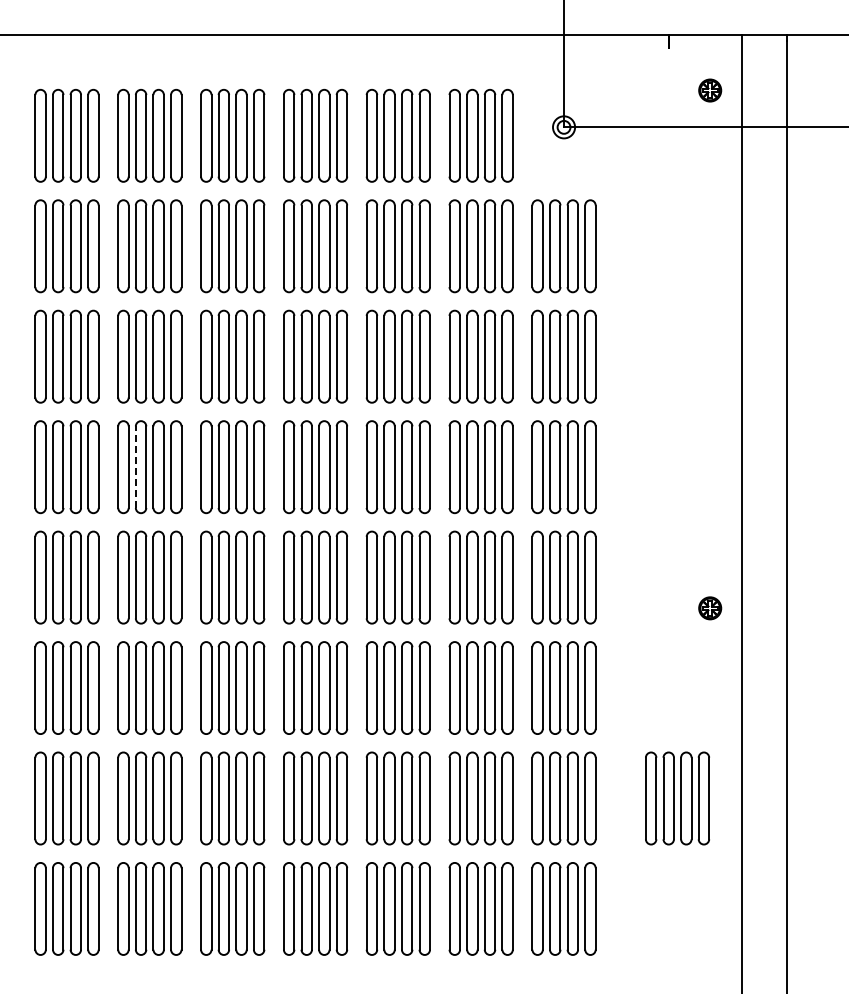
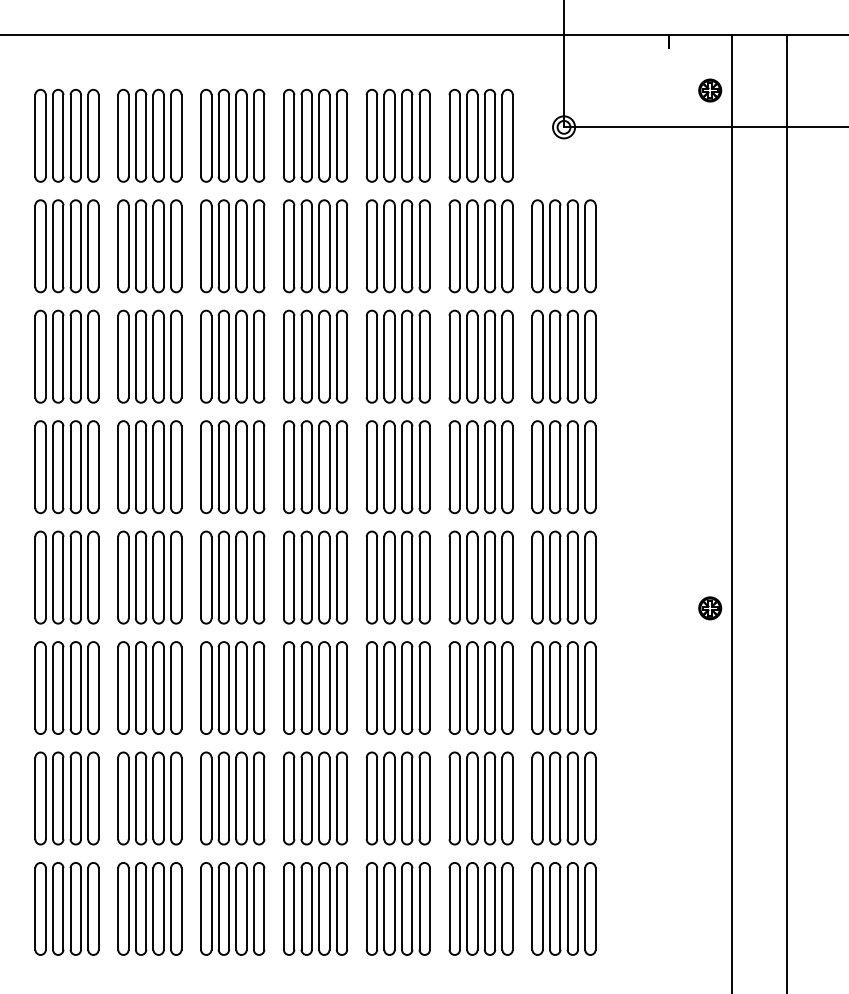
line at (135, 467): dashed -> solid
line at (742, 512) position: (742, 512) -> (732, 512)
part at (677, 798): present -> none
